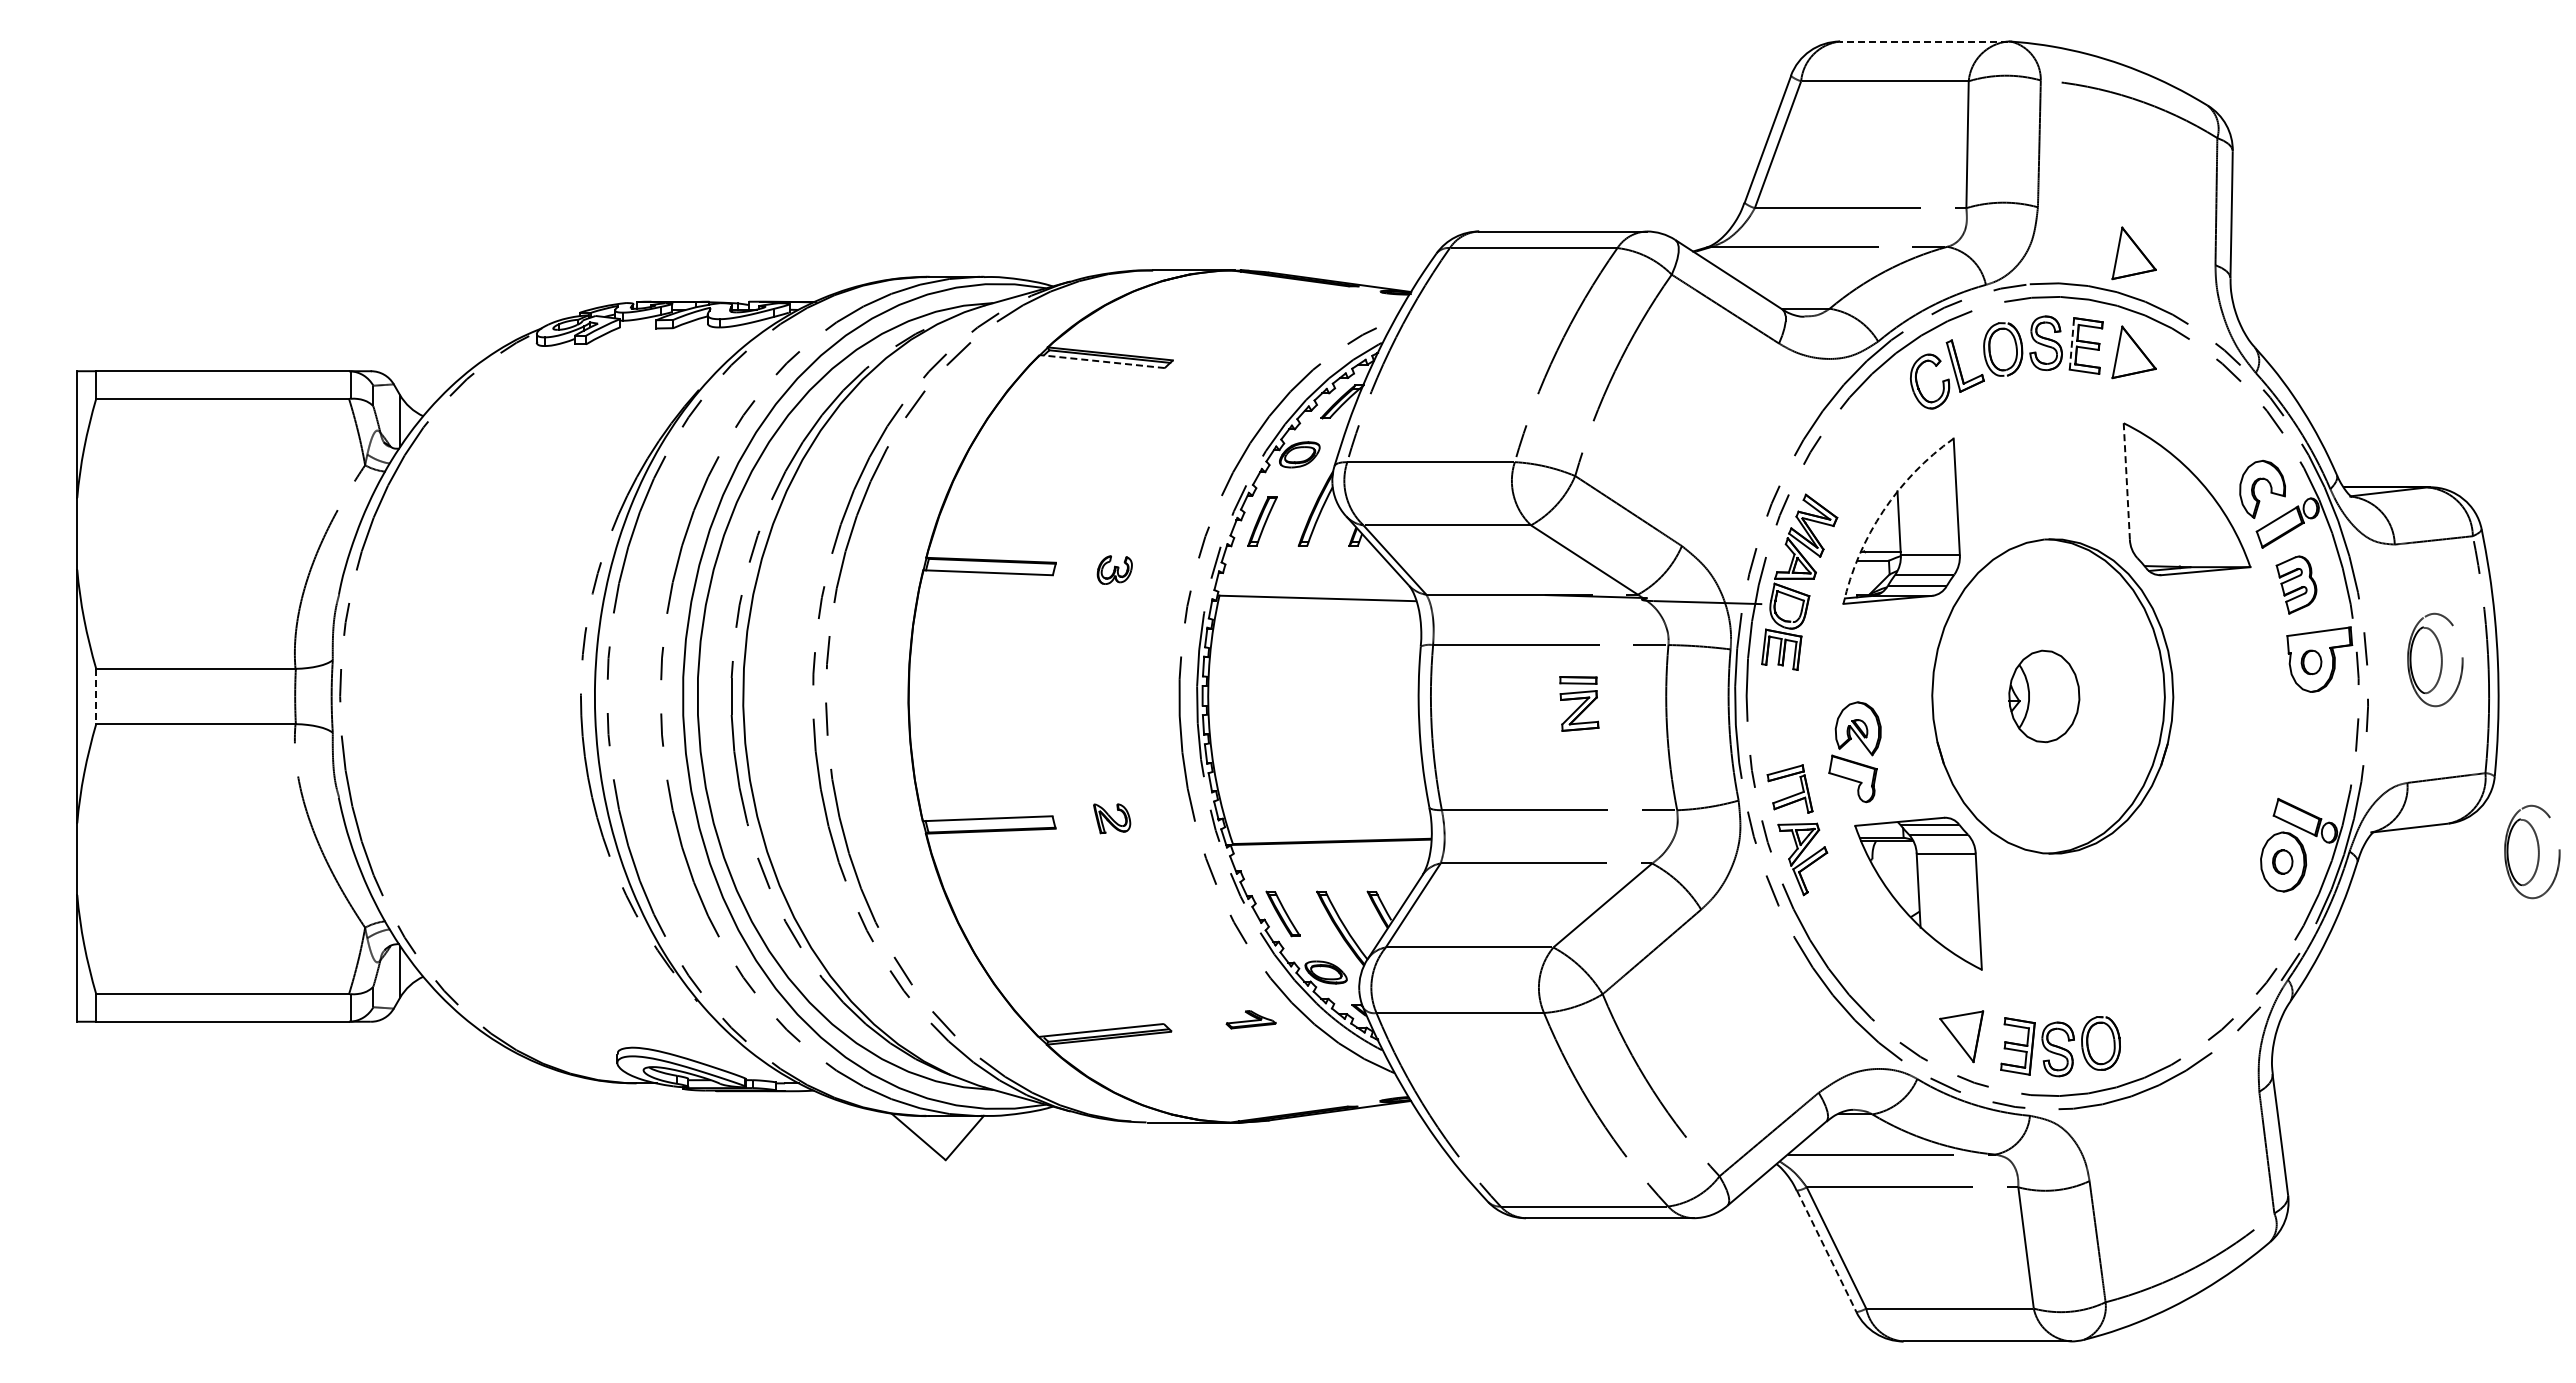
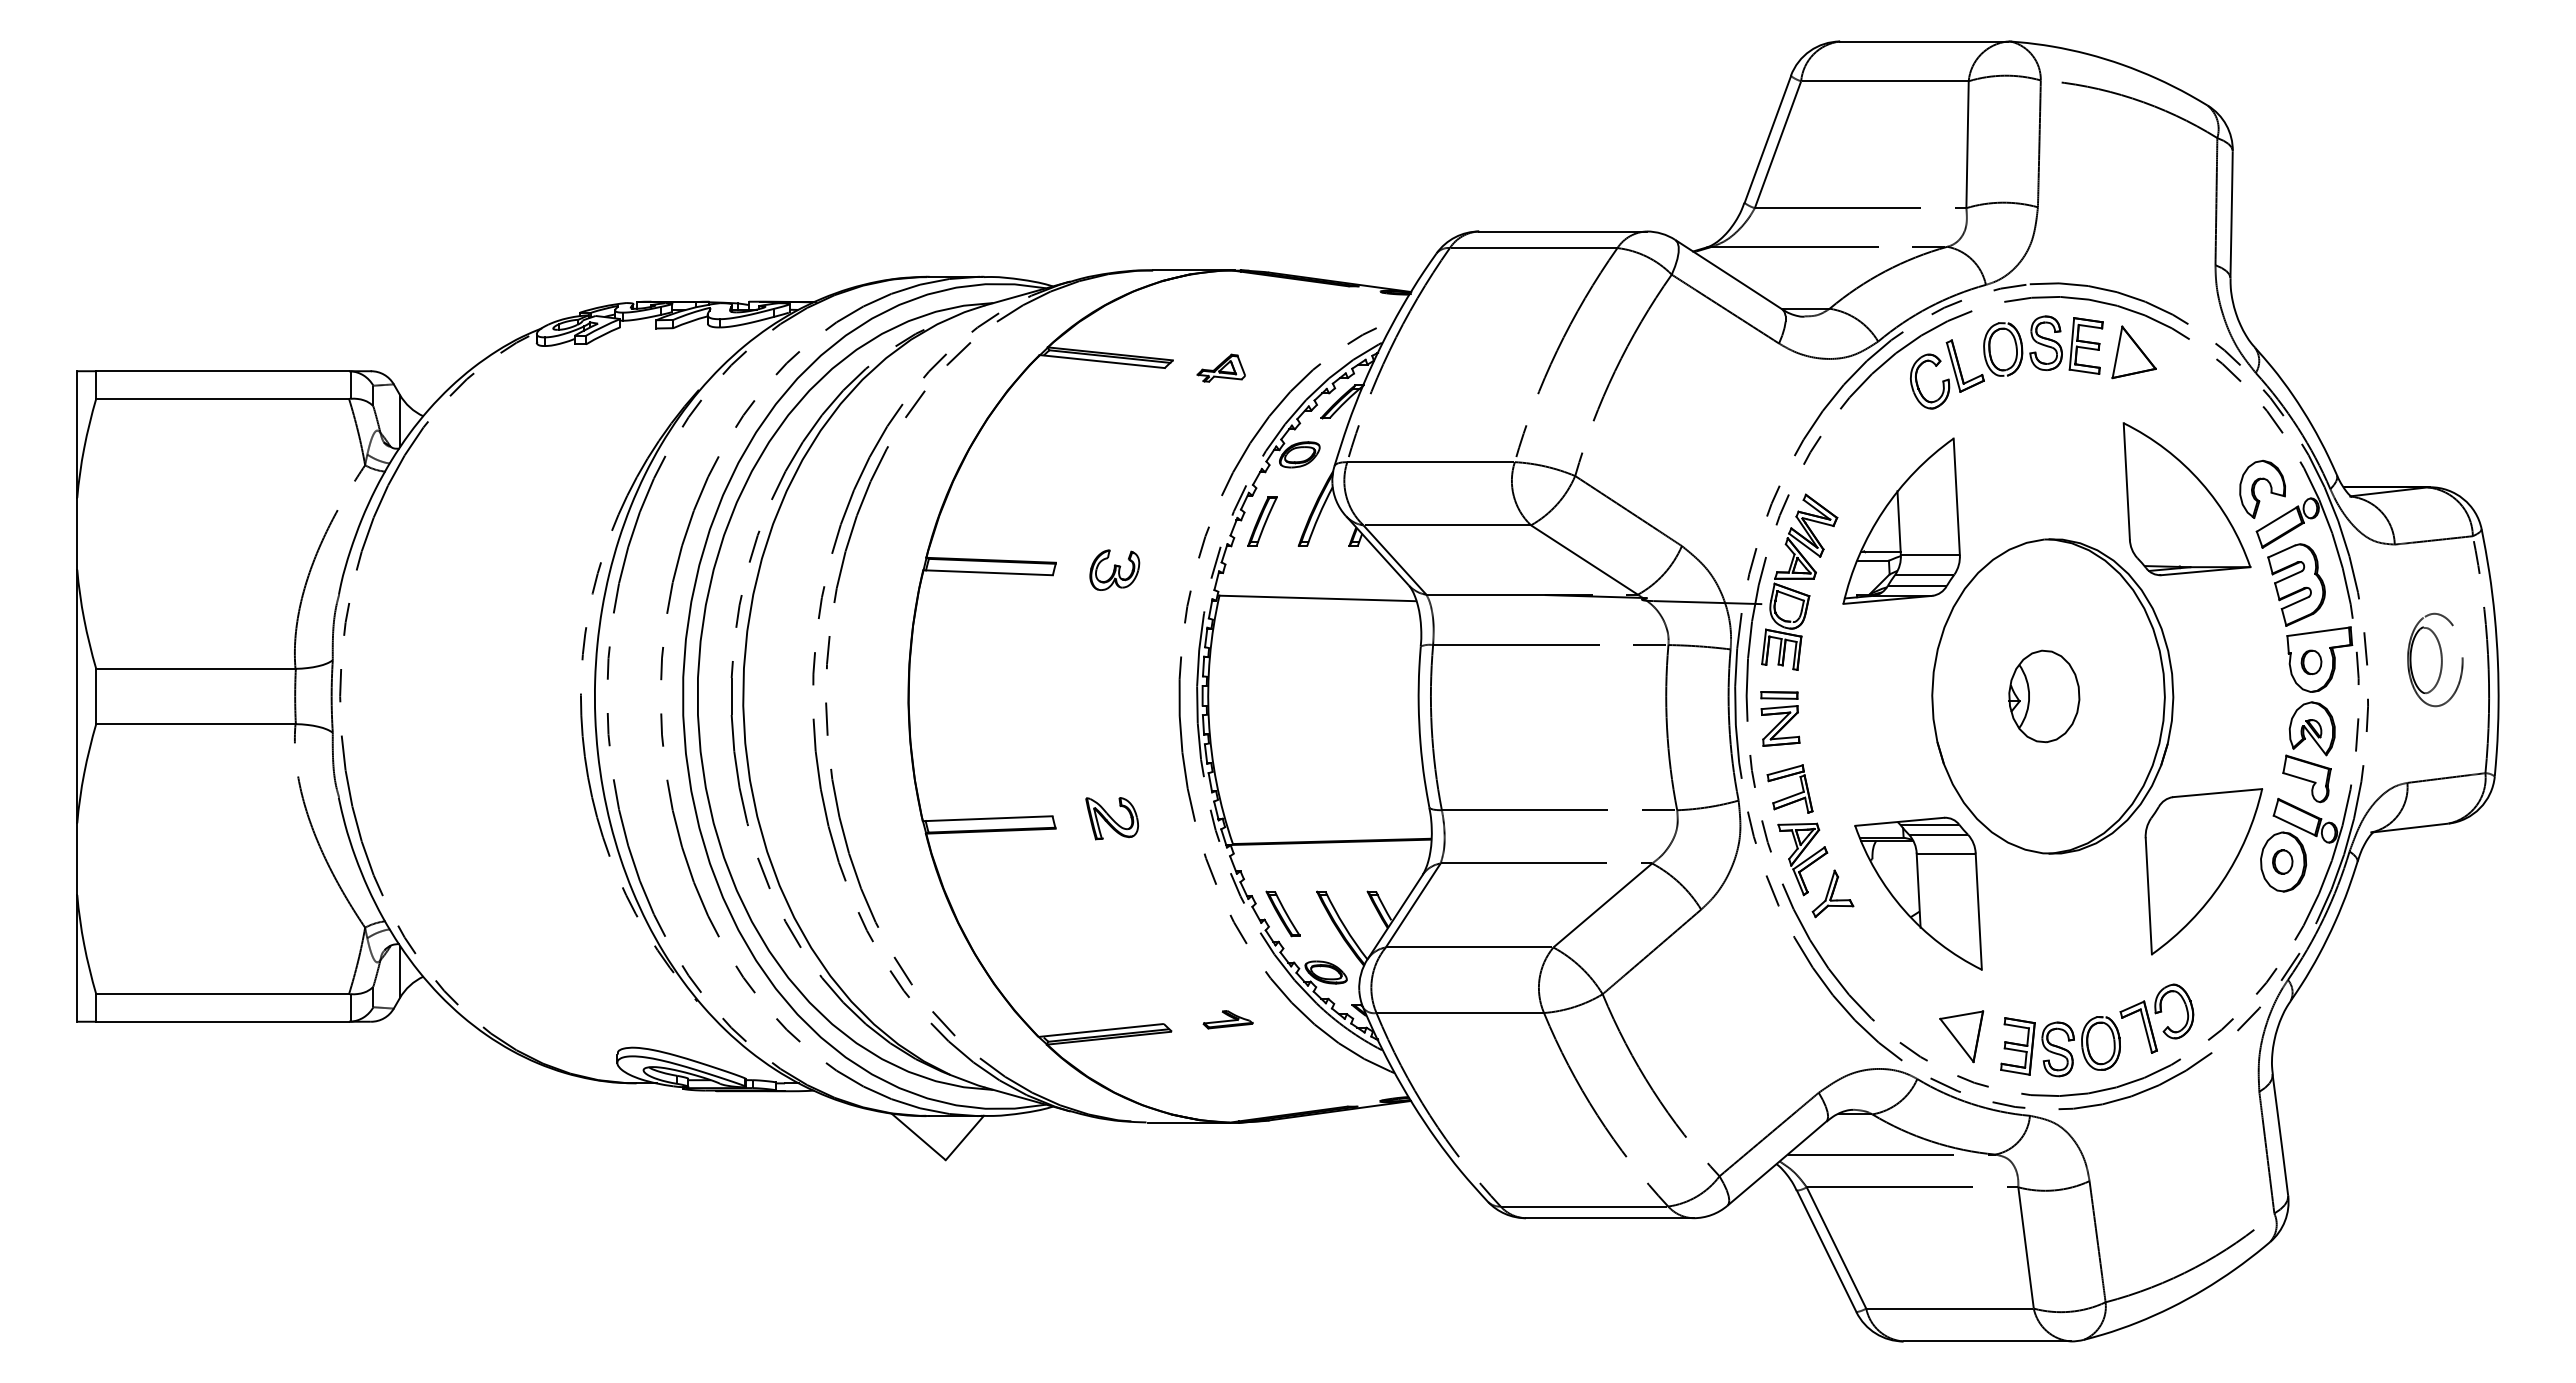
line at (1923, 41): dashed -> solid
part at (2133, 253): present -> none
line at (2071, 343): dashed -> solid
line at (1102, 361): dashed -> solid
part at (1220, 367): none -> present
line at (2126, 481): dashed -> solid
arc at (1883, 511): dashed -> solid
part at (1114, 569) size: 37x30 px -> 52x42 px
part at (2296, 584) size: 43x60 px -> 59x84 px
line at (96, 696): dashed -> solid
part at (1579, 703) position: (1579, 703) -> (1780, 718)
part at (1852, 760) position: (1852, 760) -> (2306, 760)
part at (1112, 818) size: 39x32 px -> 54x44 px
part at (2532, 851): present -> none
part at (2203, 871): none -> present
part at (1832, 893): none -> present
part at (2156, 1018): none -> present
part at (1250, 1019) position: (1250, 1019) -> (1227, 1019)
line at (1826, 1251): dashed -> solid
